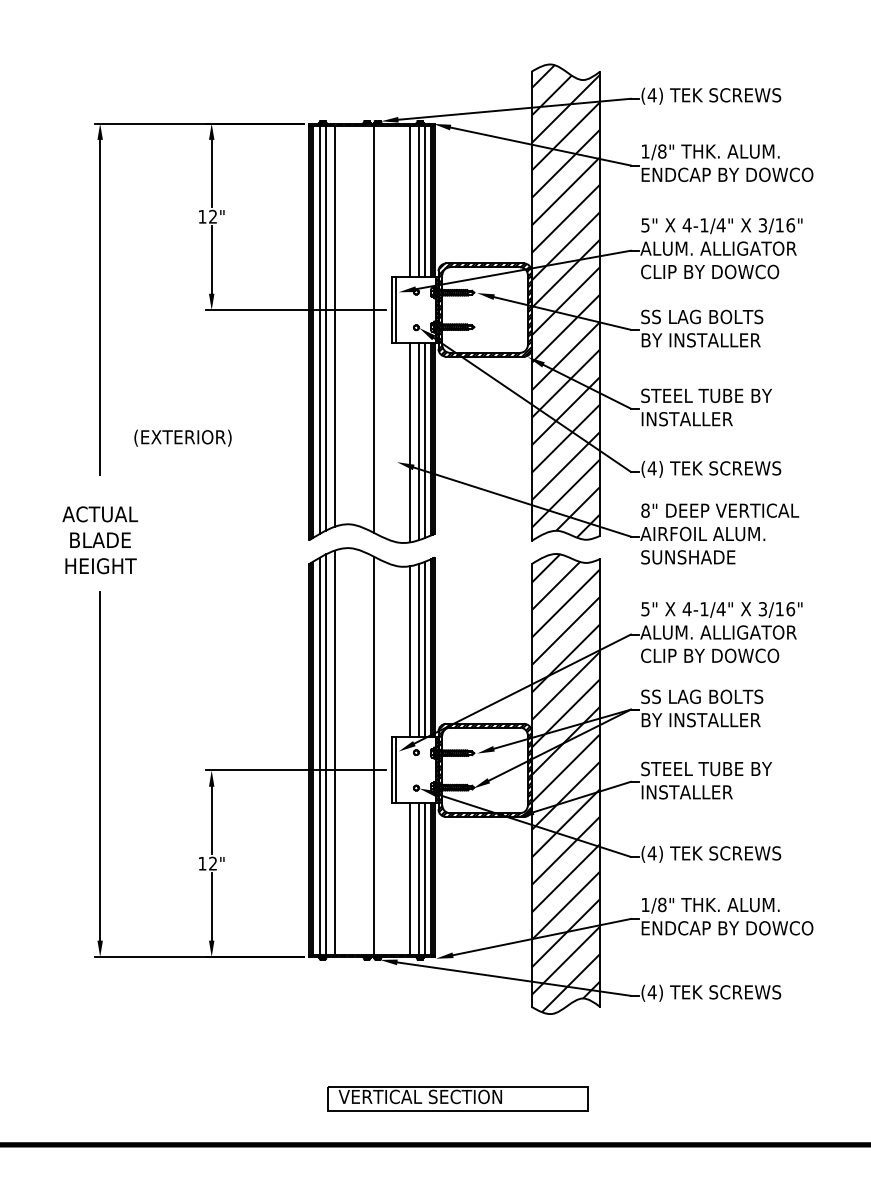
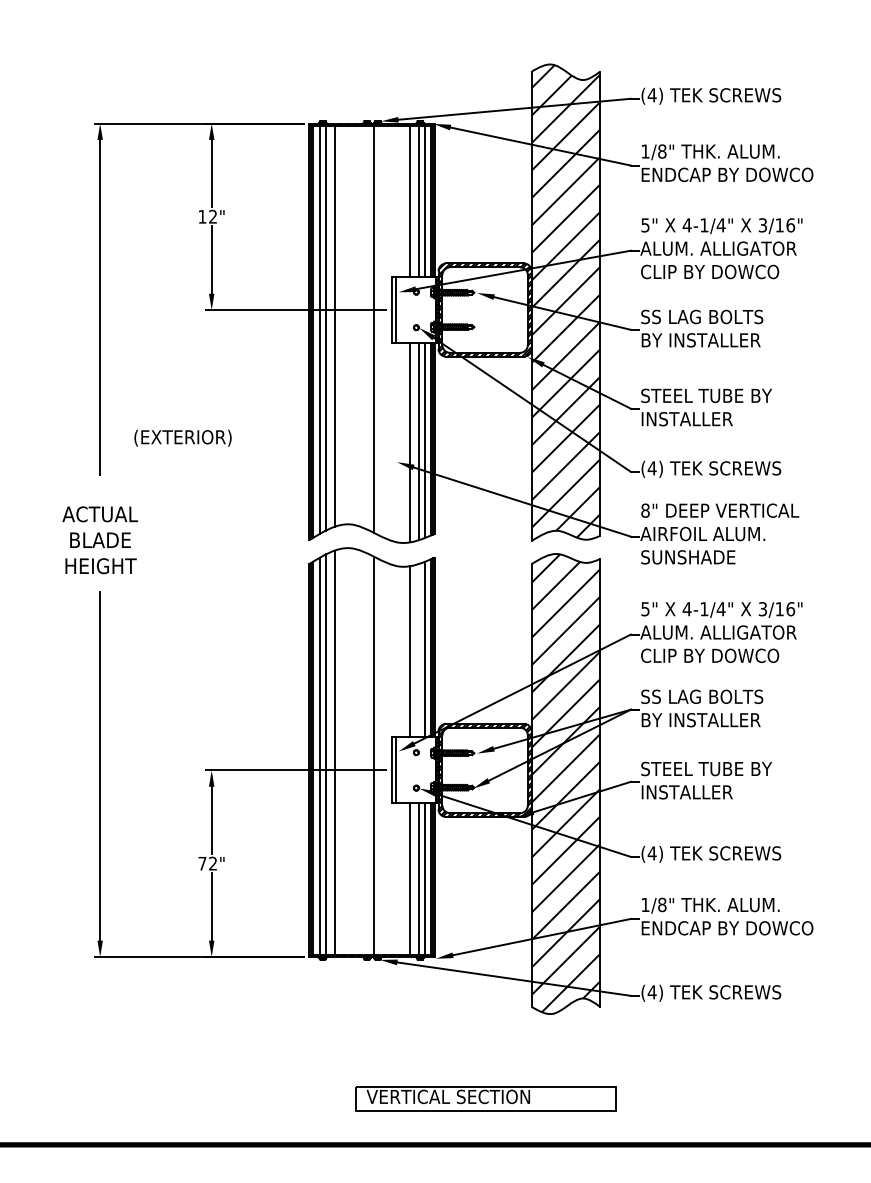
line at (418, 650): present -> none
text at (202, 863): 12" -> 72"
part at (457, 1098) position: (457, 1098) -> (485, 1098)
